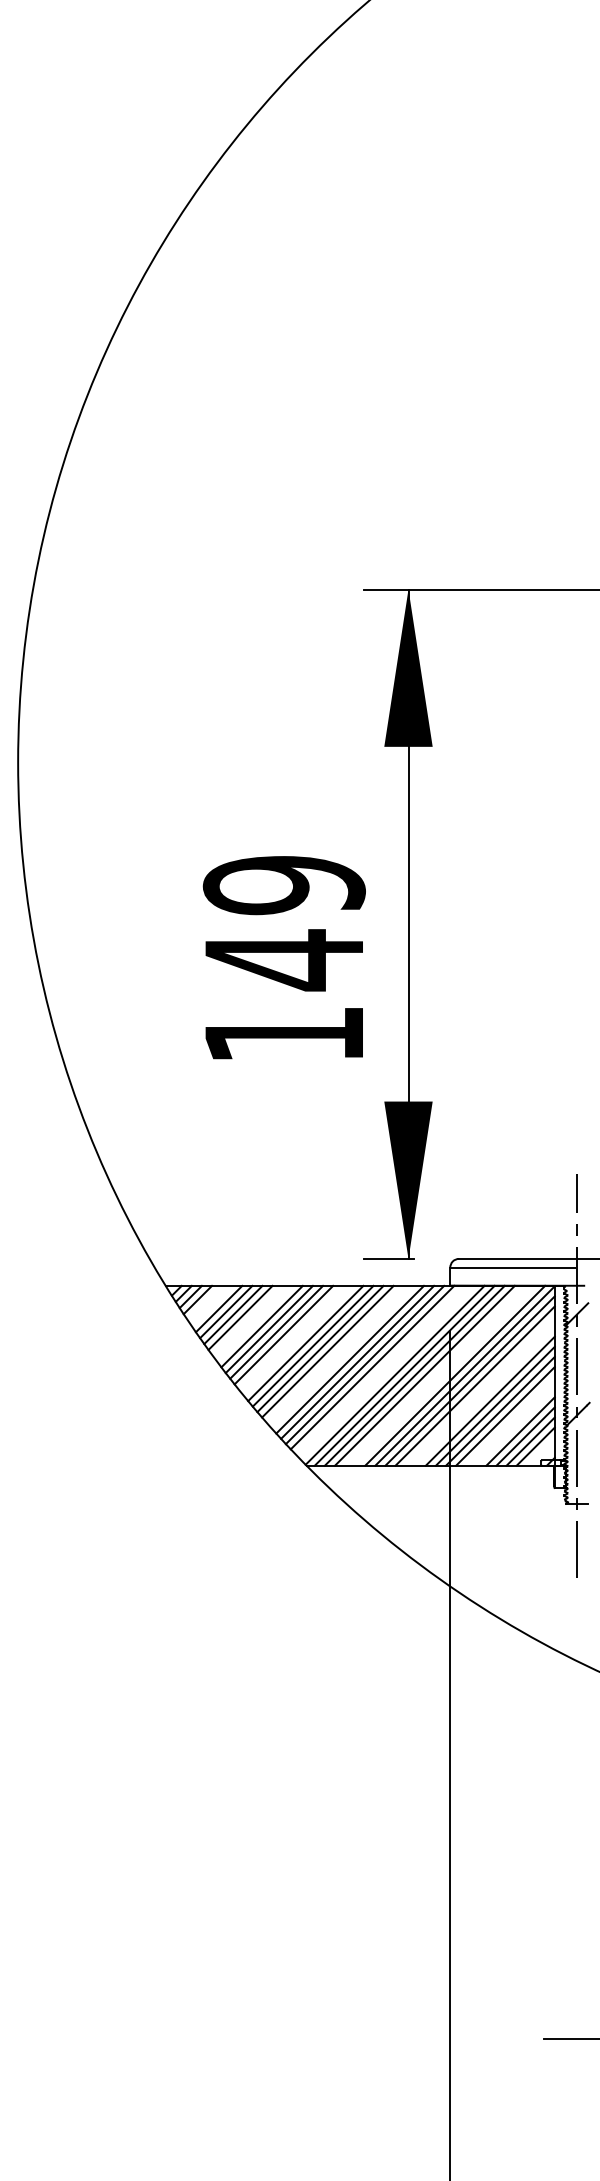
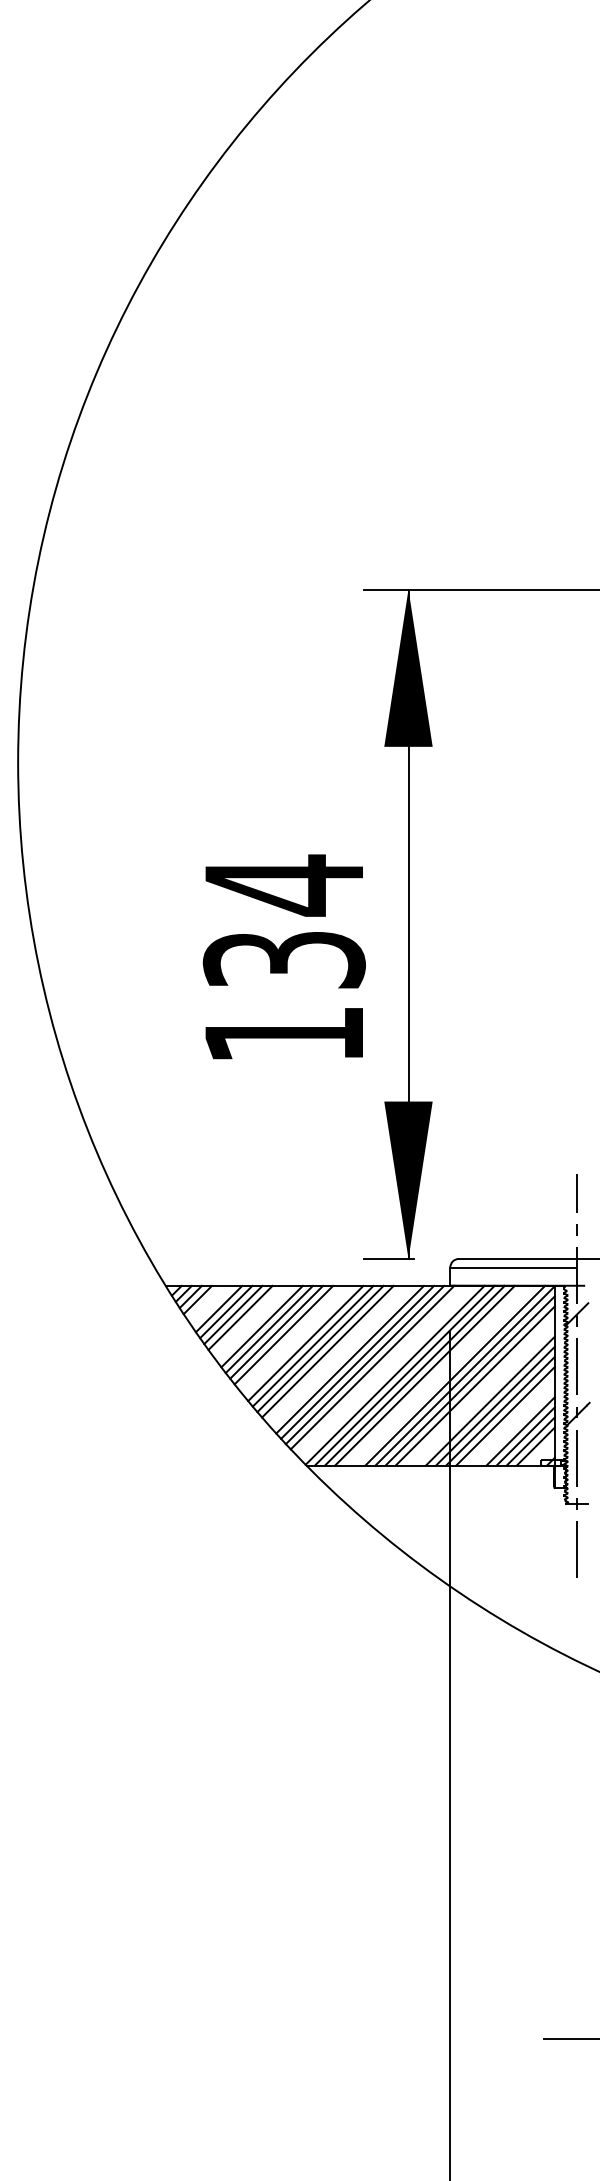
text at (283, 922): 149 -> 134
